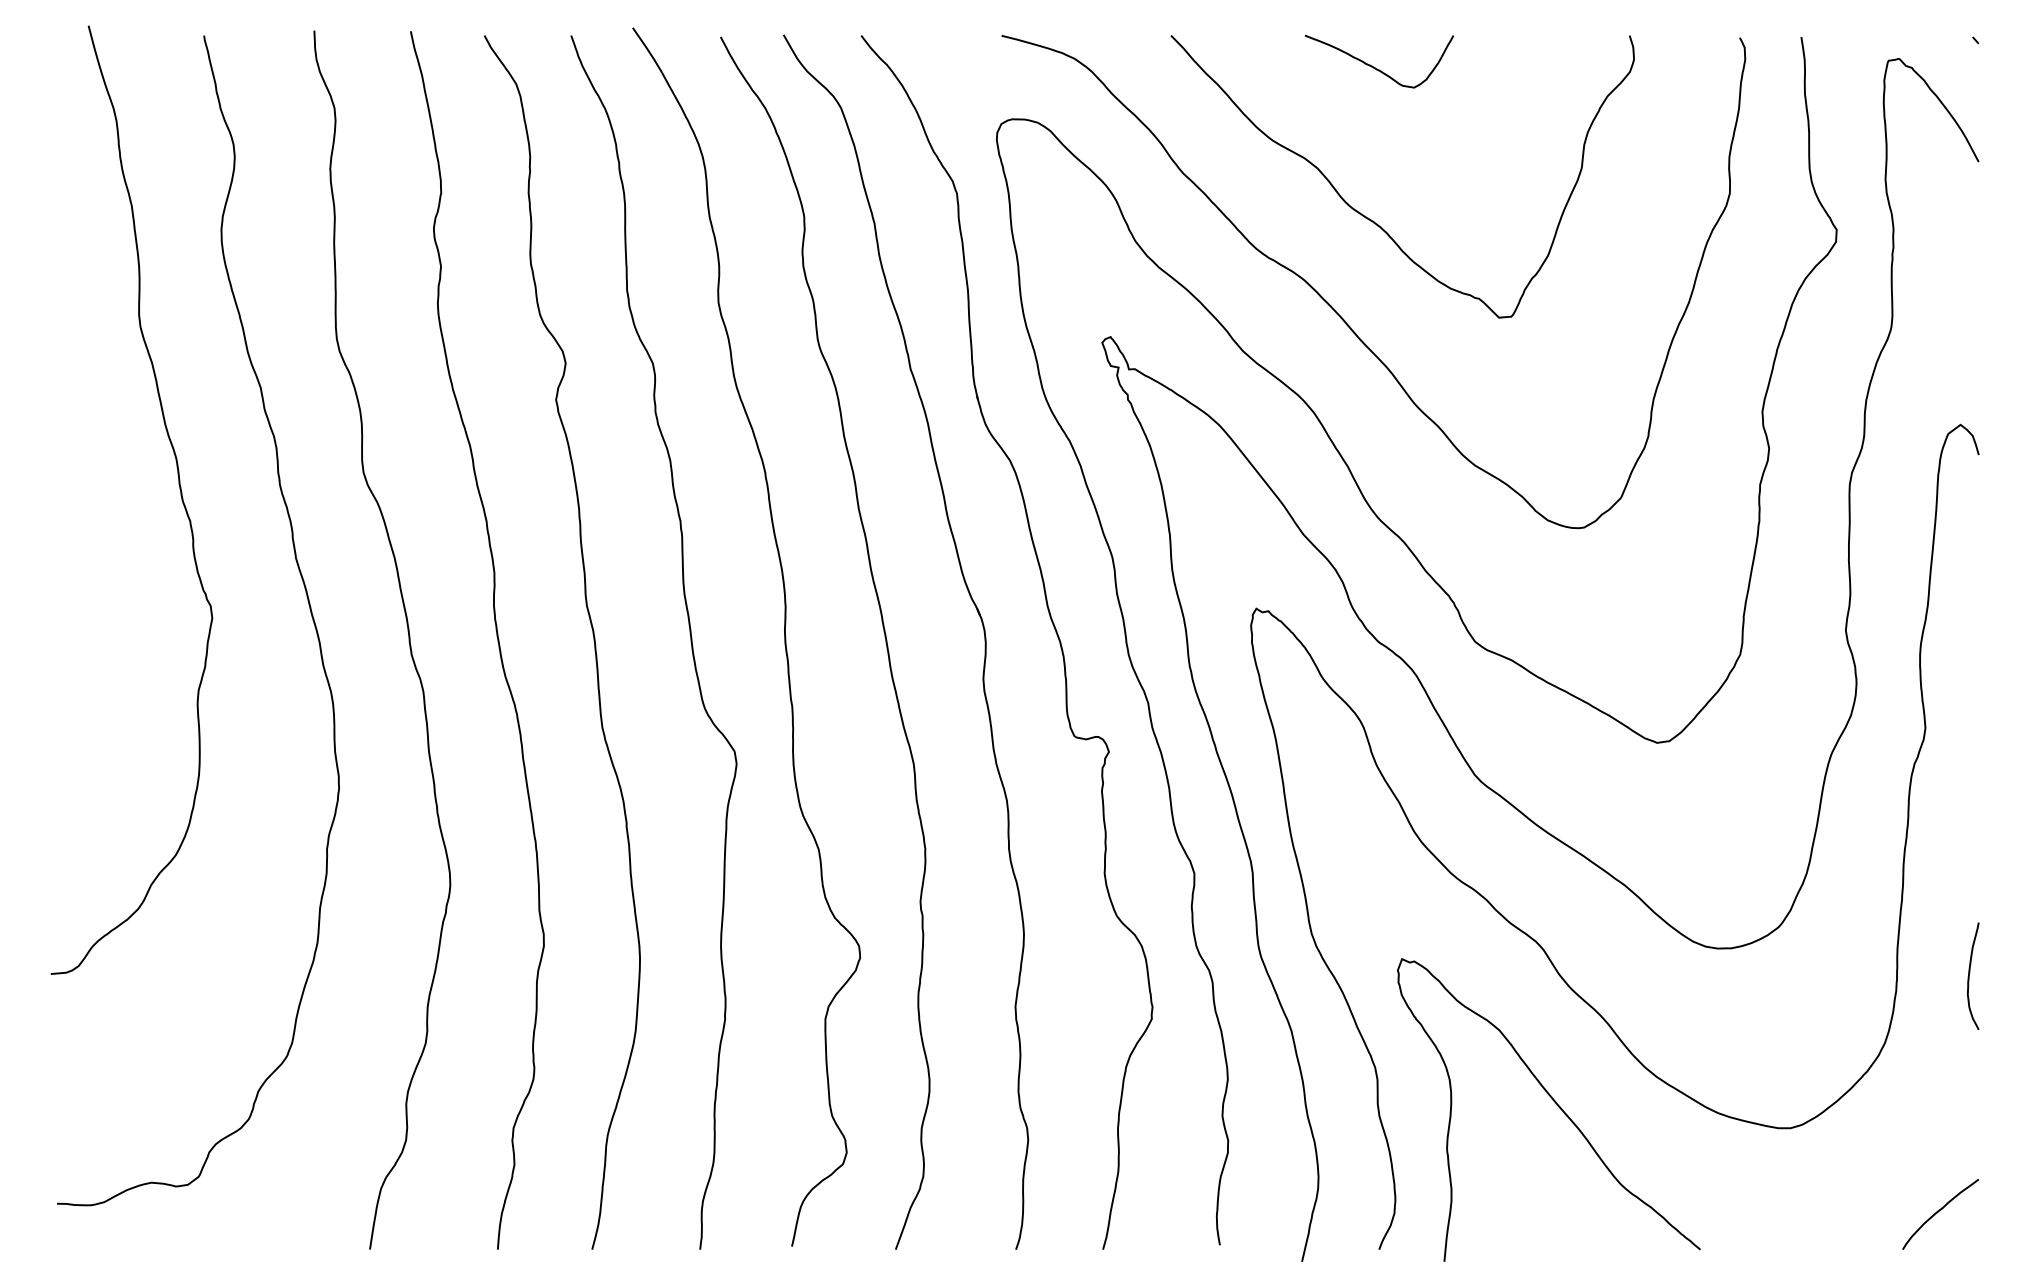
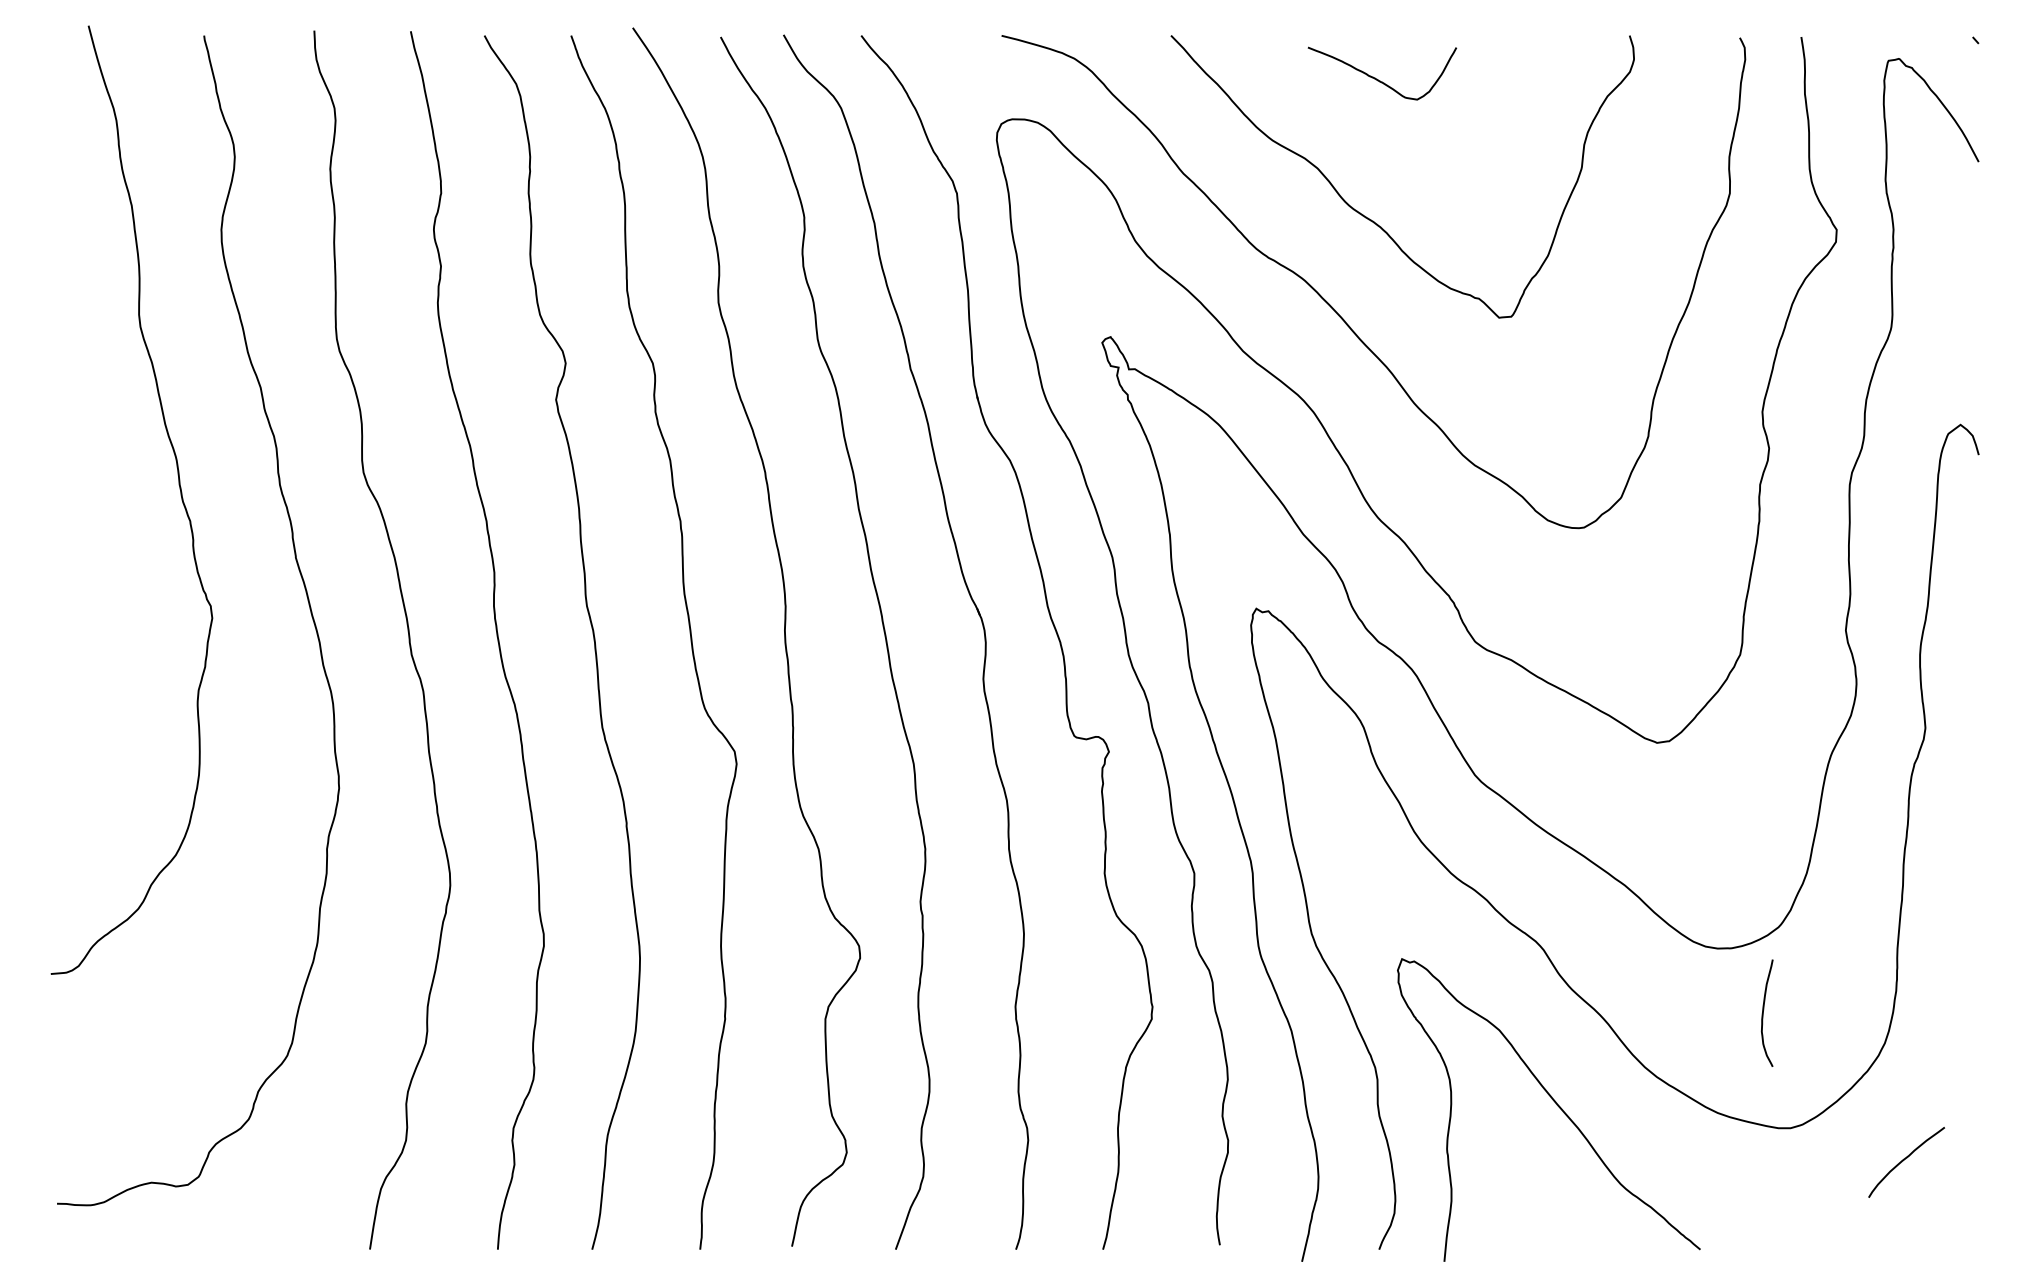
curve at (1375, 67) position: (1375, 67) -> (1378, 79)
curve at (1969, 975) position: (1969, 975) -> (1763, 1012)
curve at (1938, 1212) position: (1938, 1212) -> (1904, 1160)
